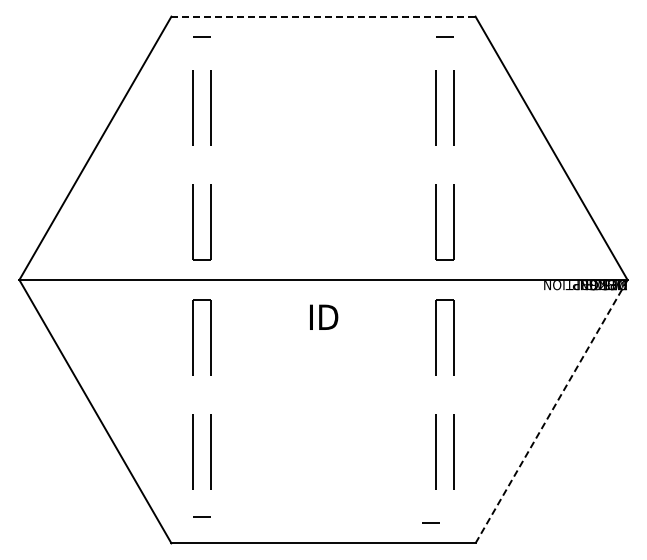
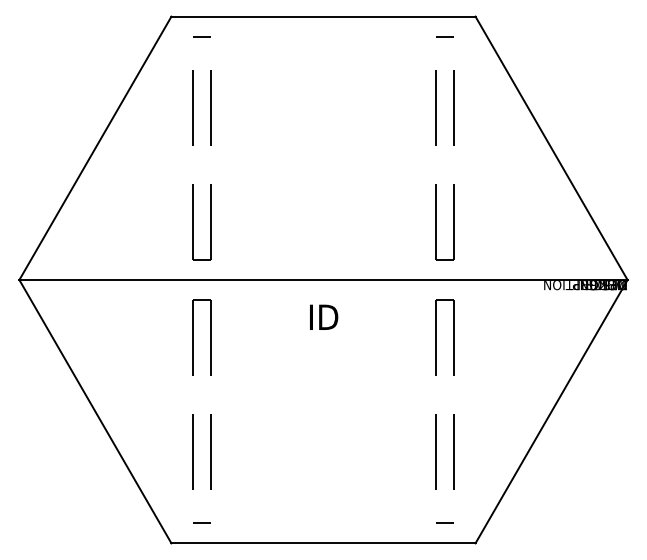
line at (323, 16): dashed -> solid
line at (551, 412): dashed -> solid
line at (201, 516) position: (201, 516) -> (201, 522)
line at (430, 522) position: (430, 522) -> (444, 522)
